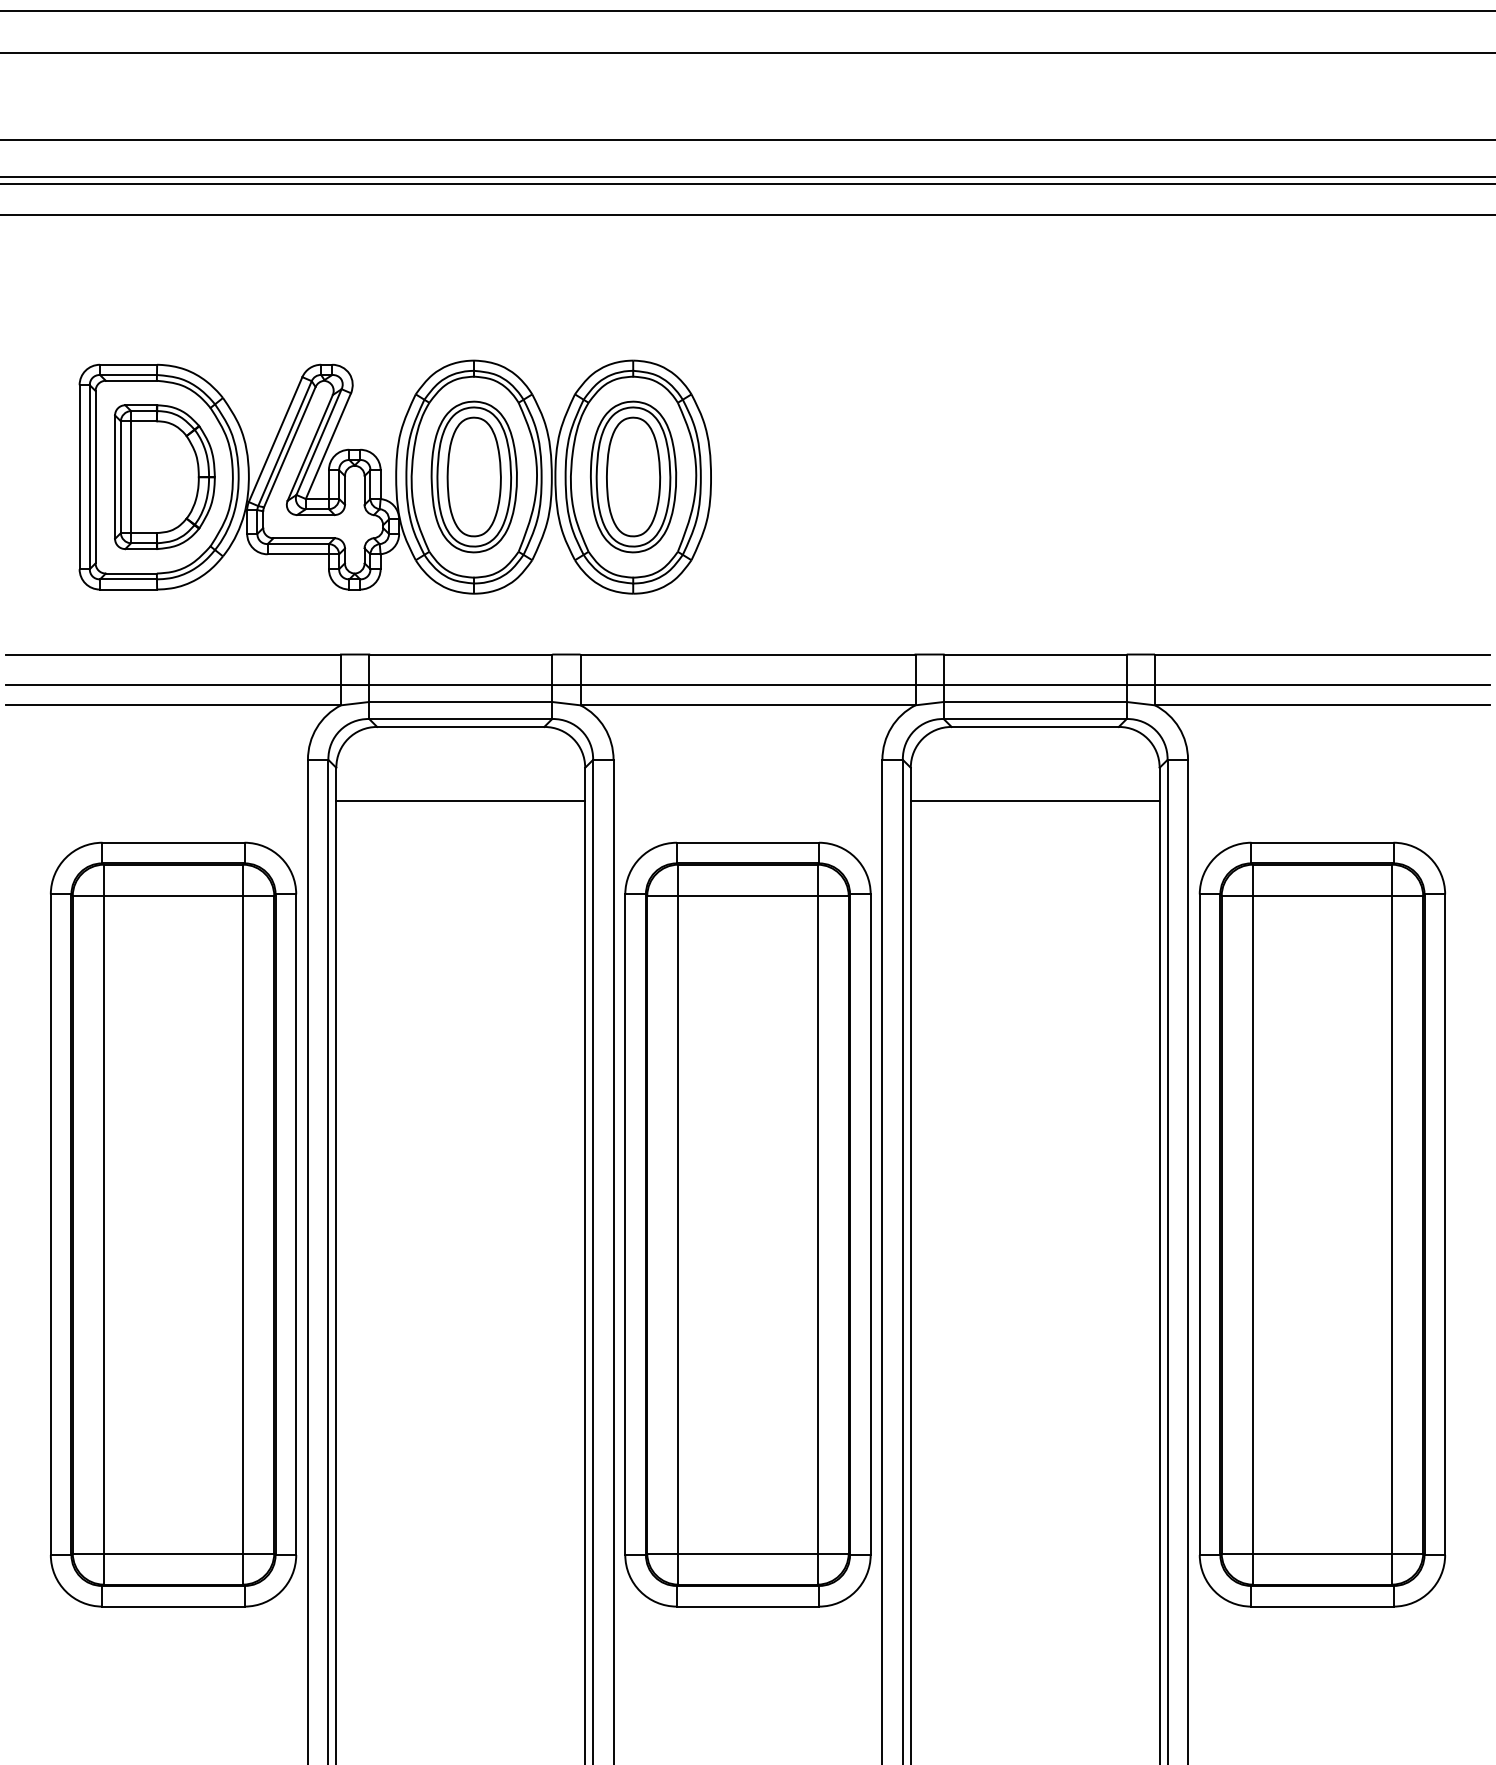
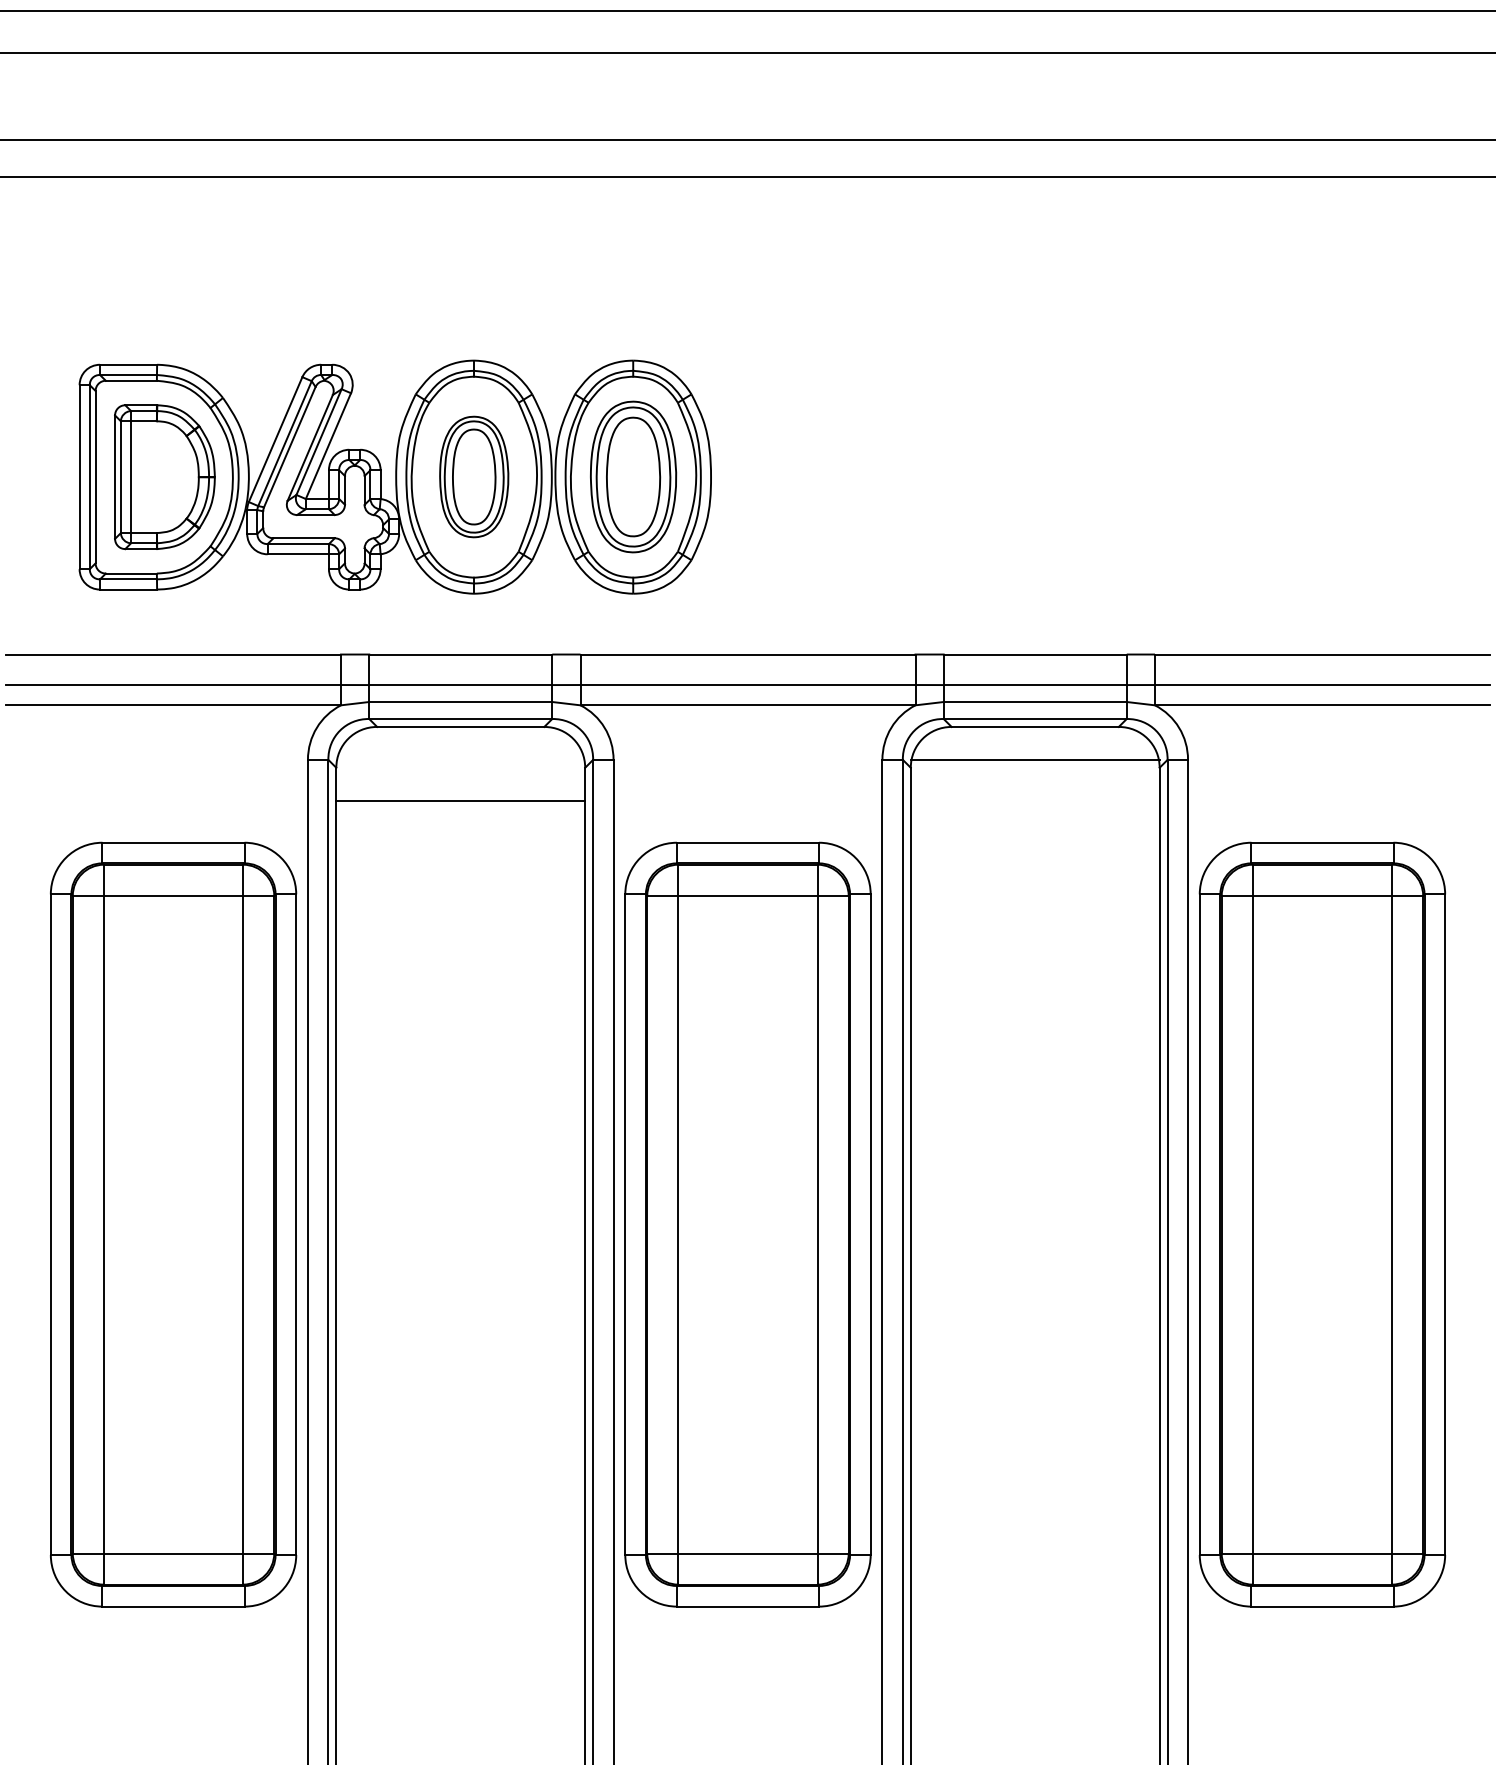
line at (747, 183): present -> none
line at (747, 214): present -> none
part at (473, 476) size: 88x154 px -> 71x124 px
line at (1034, 801) position: (1034, 801) -> (1034, 760)
